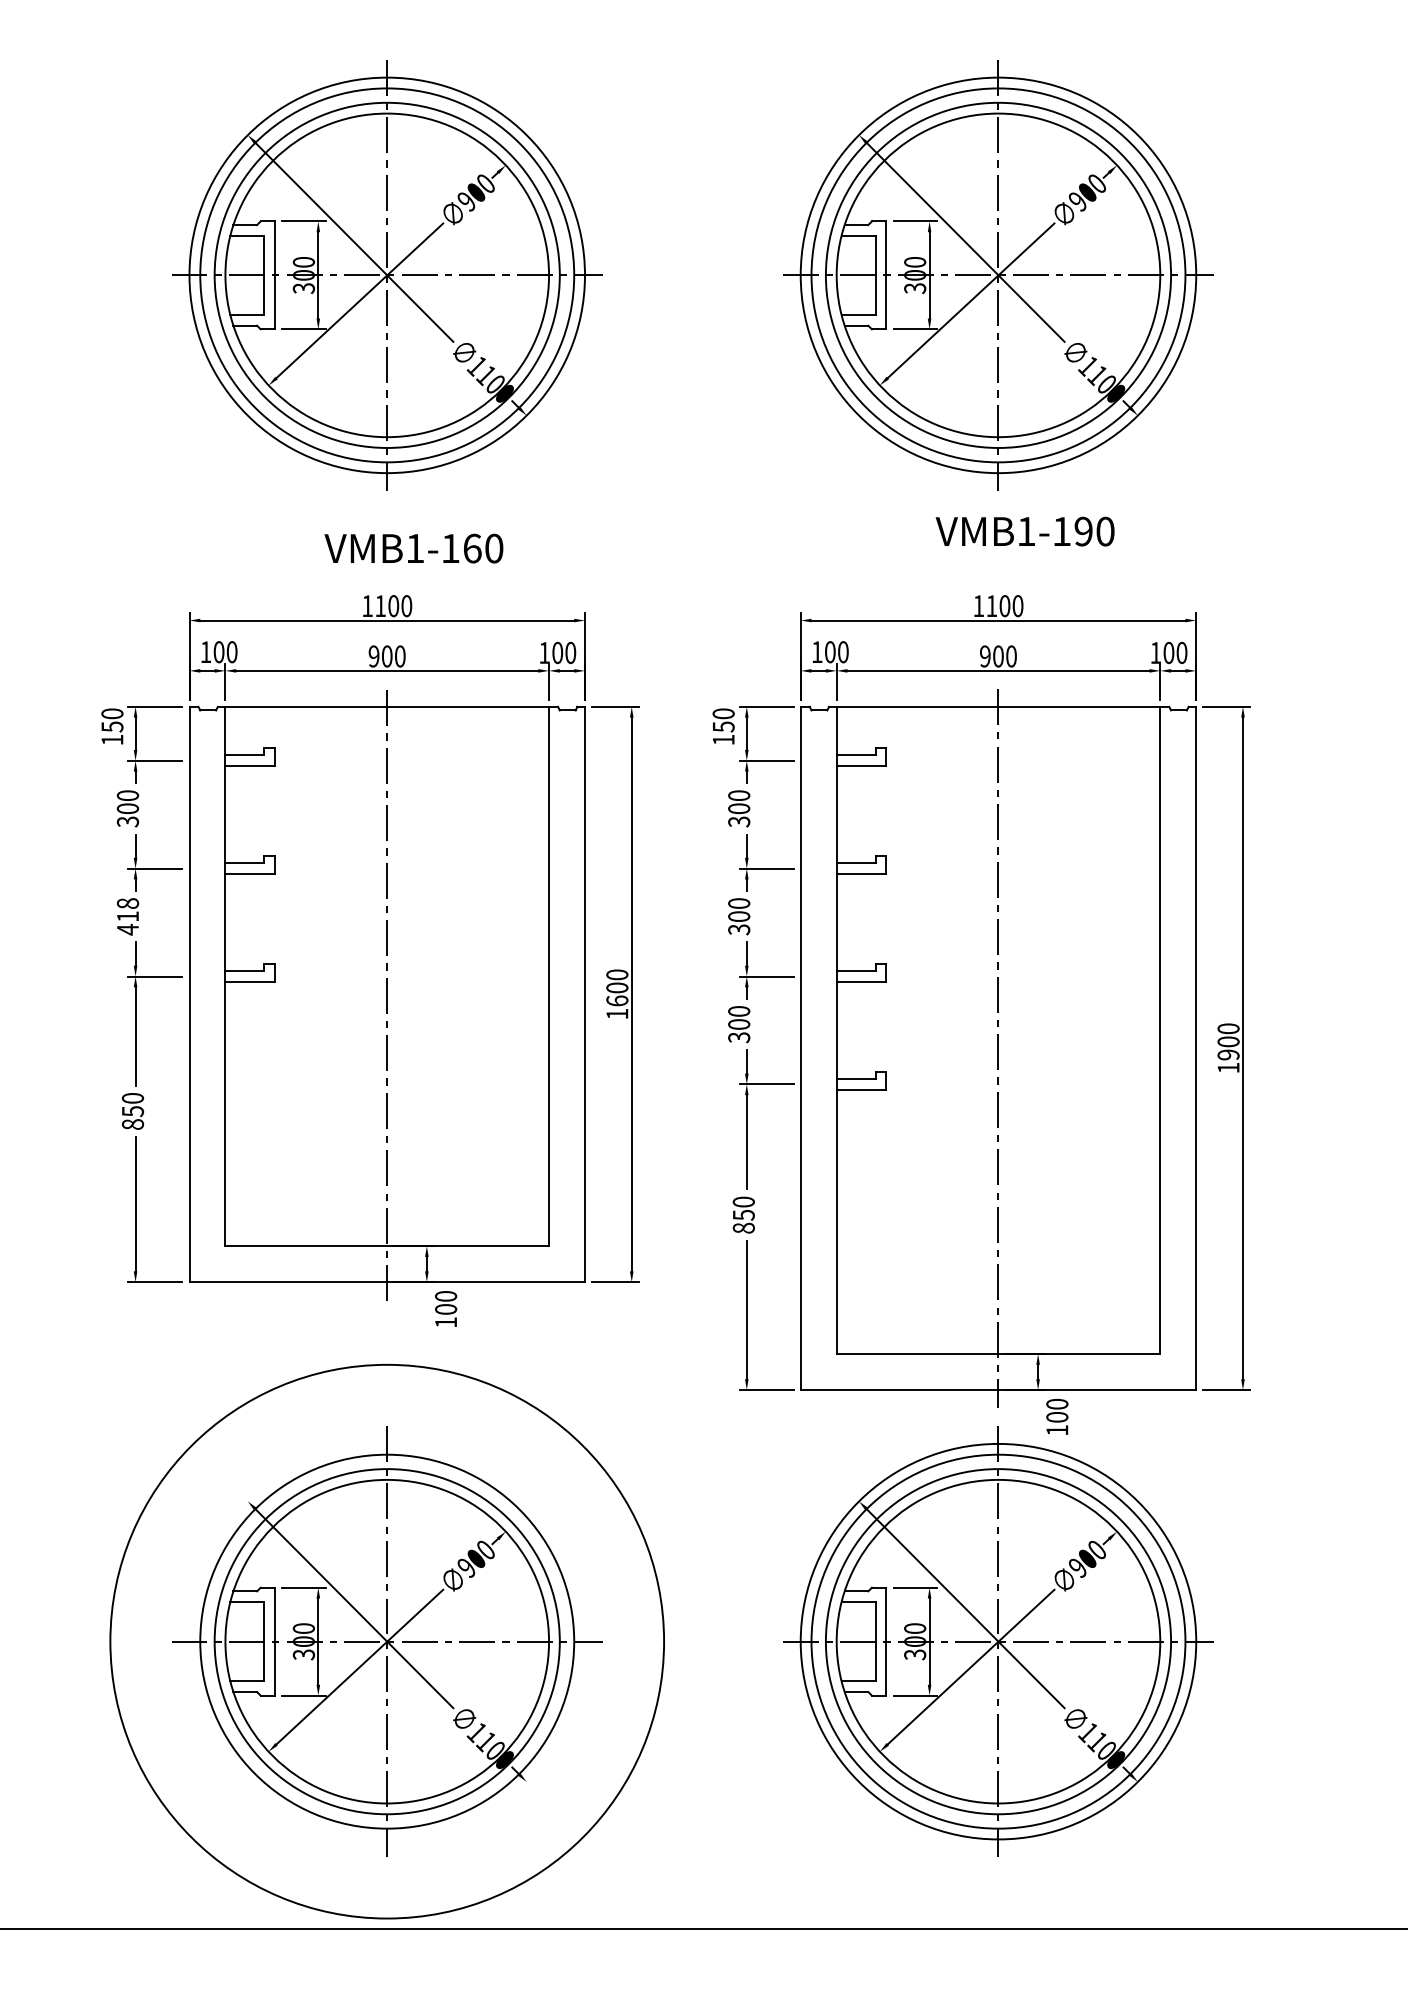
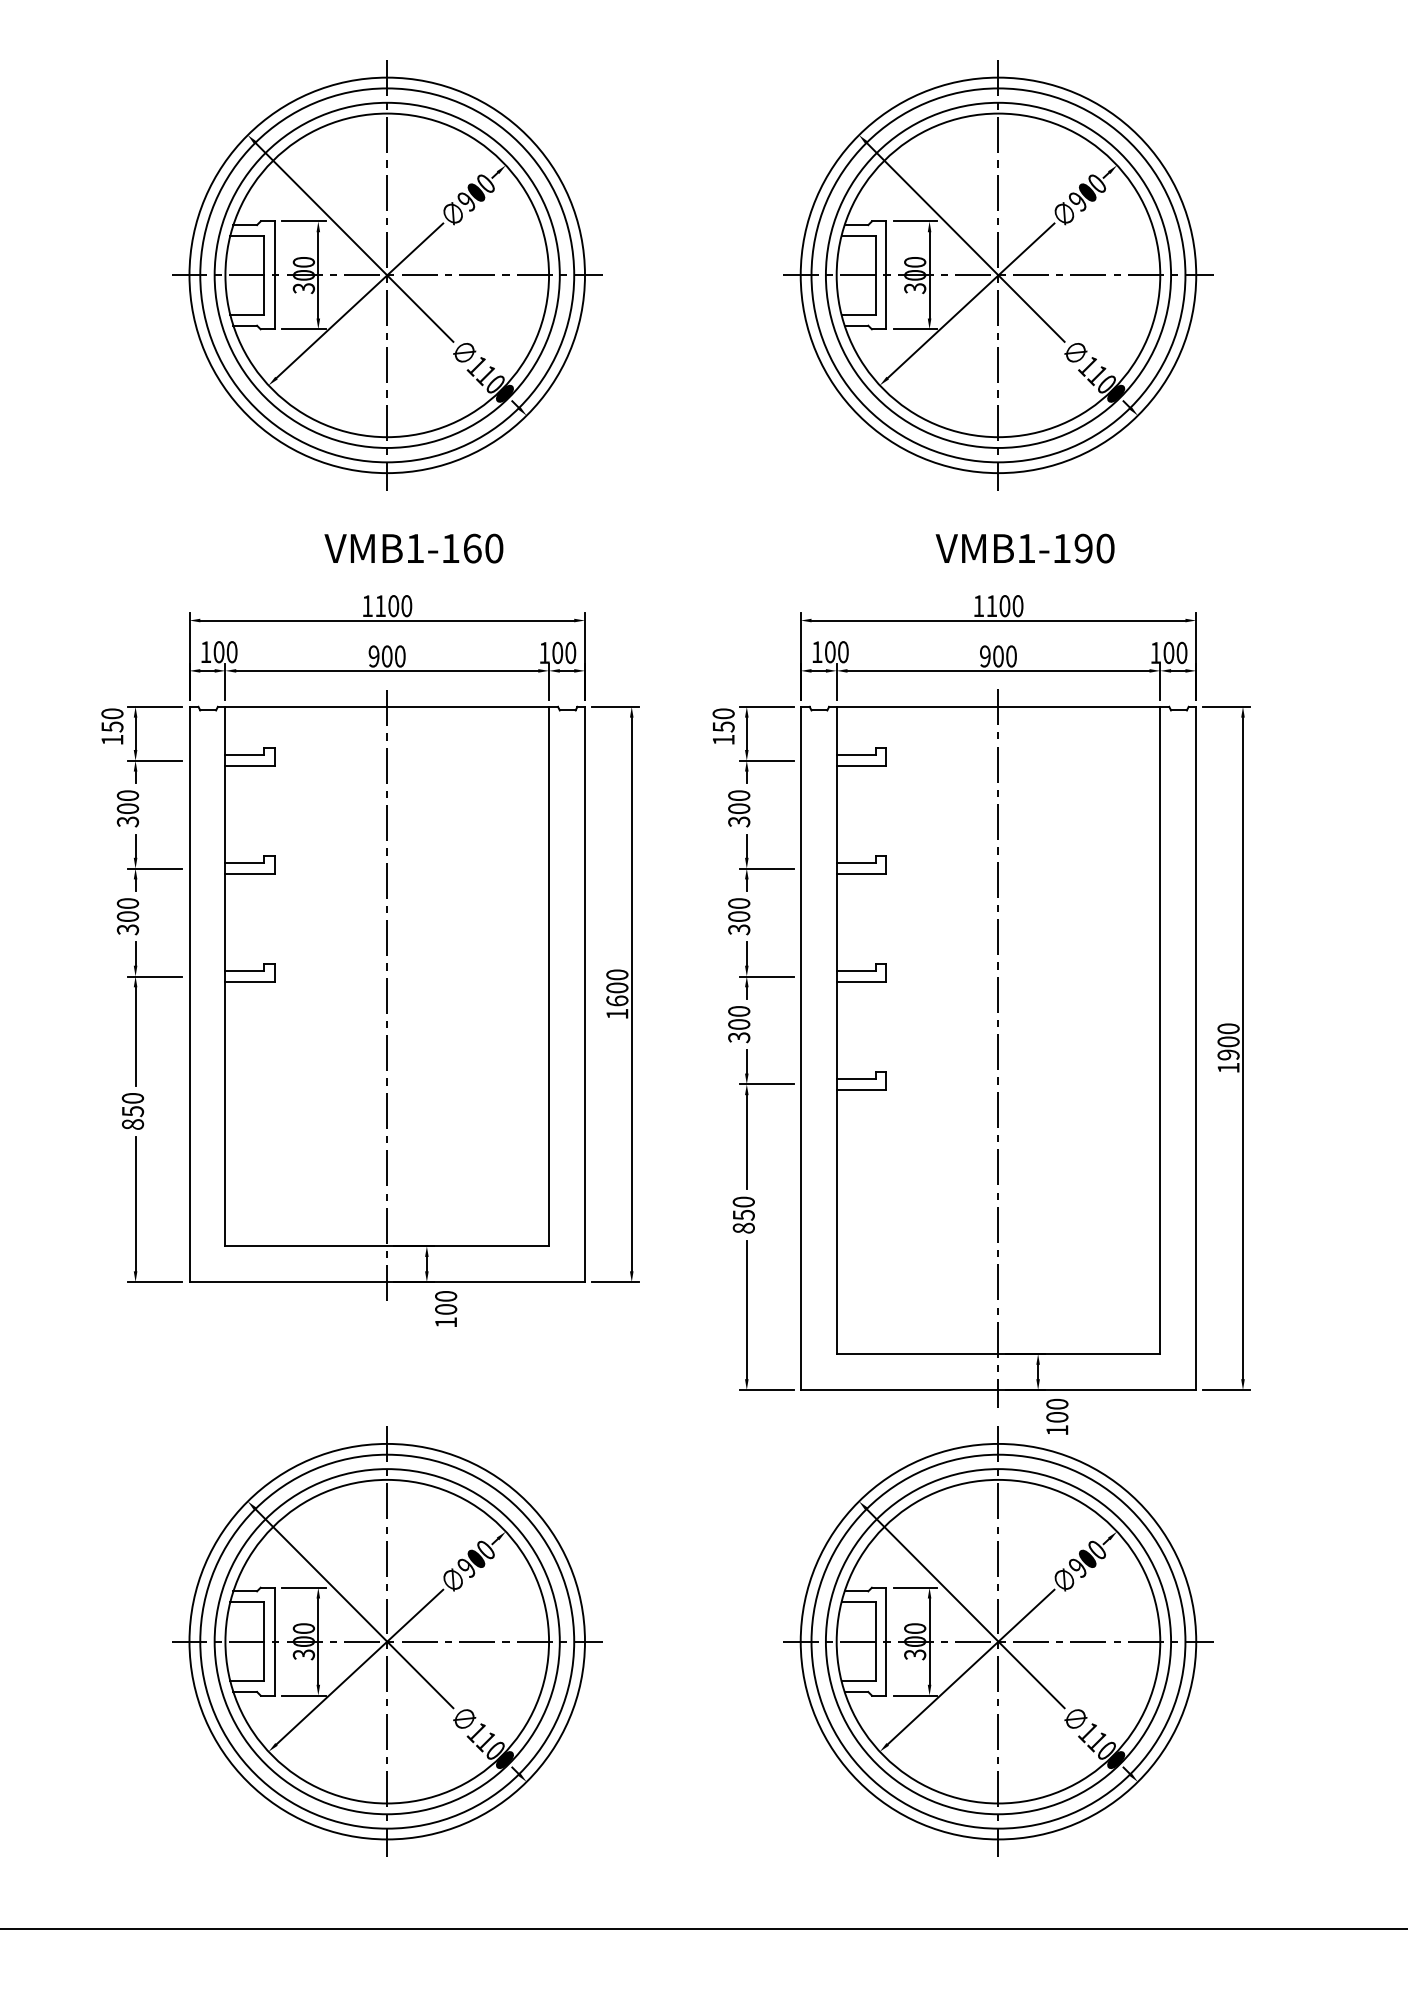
text at (1024, 531) position: (1024, 531) -> (1024, 548)
text at (127, 916): 418 -> 300
circle at (387, 1641) diameter: 554 px -> 396 px
